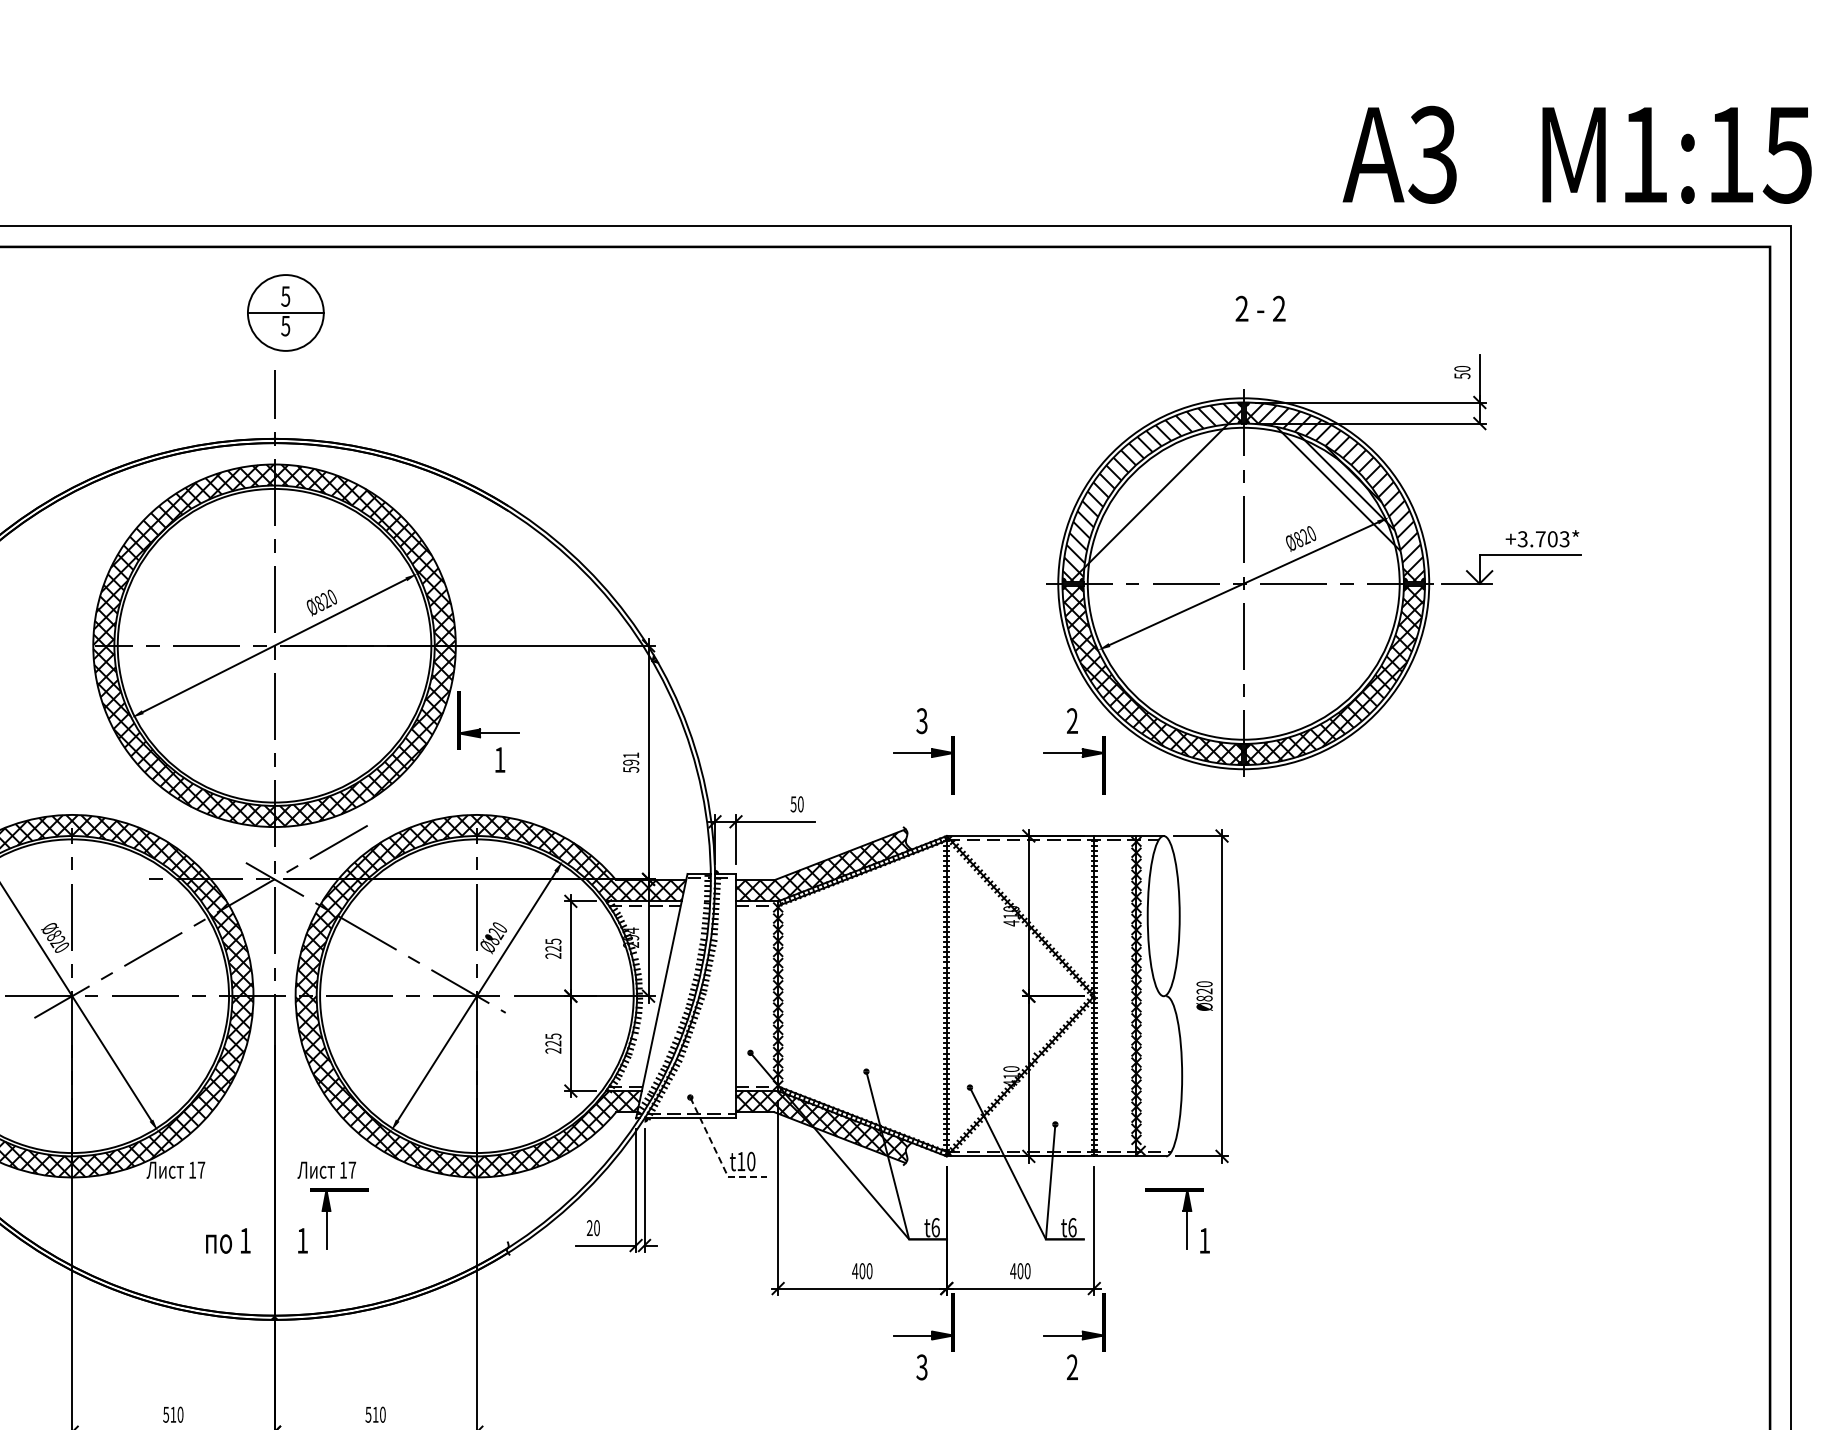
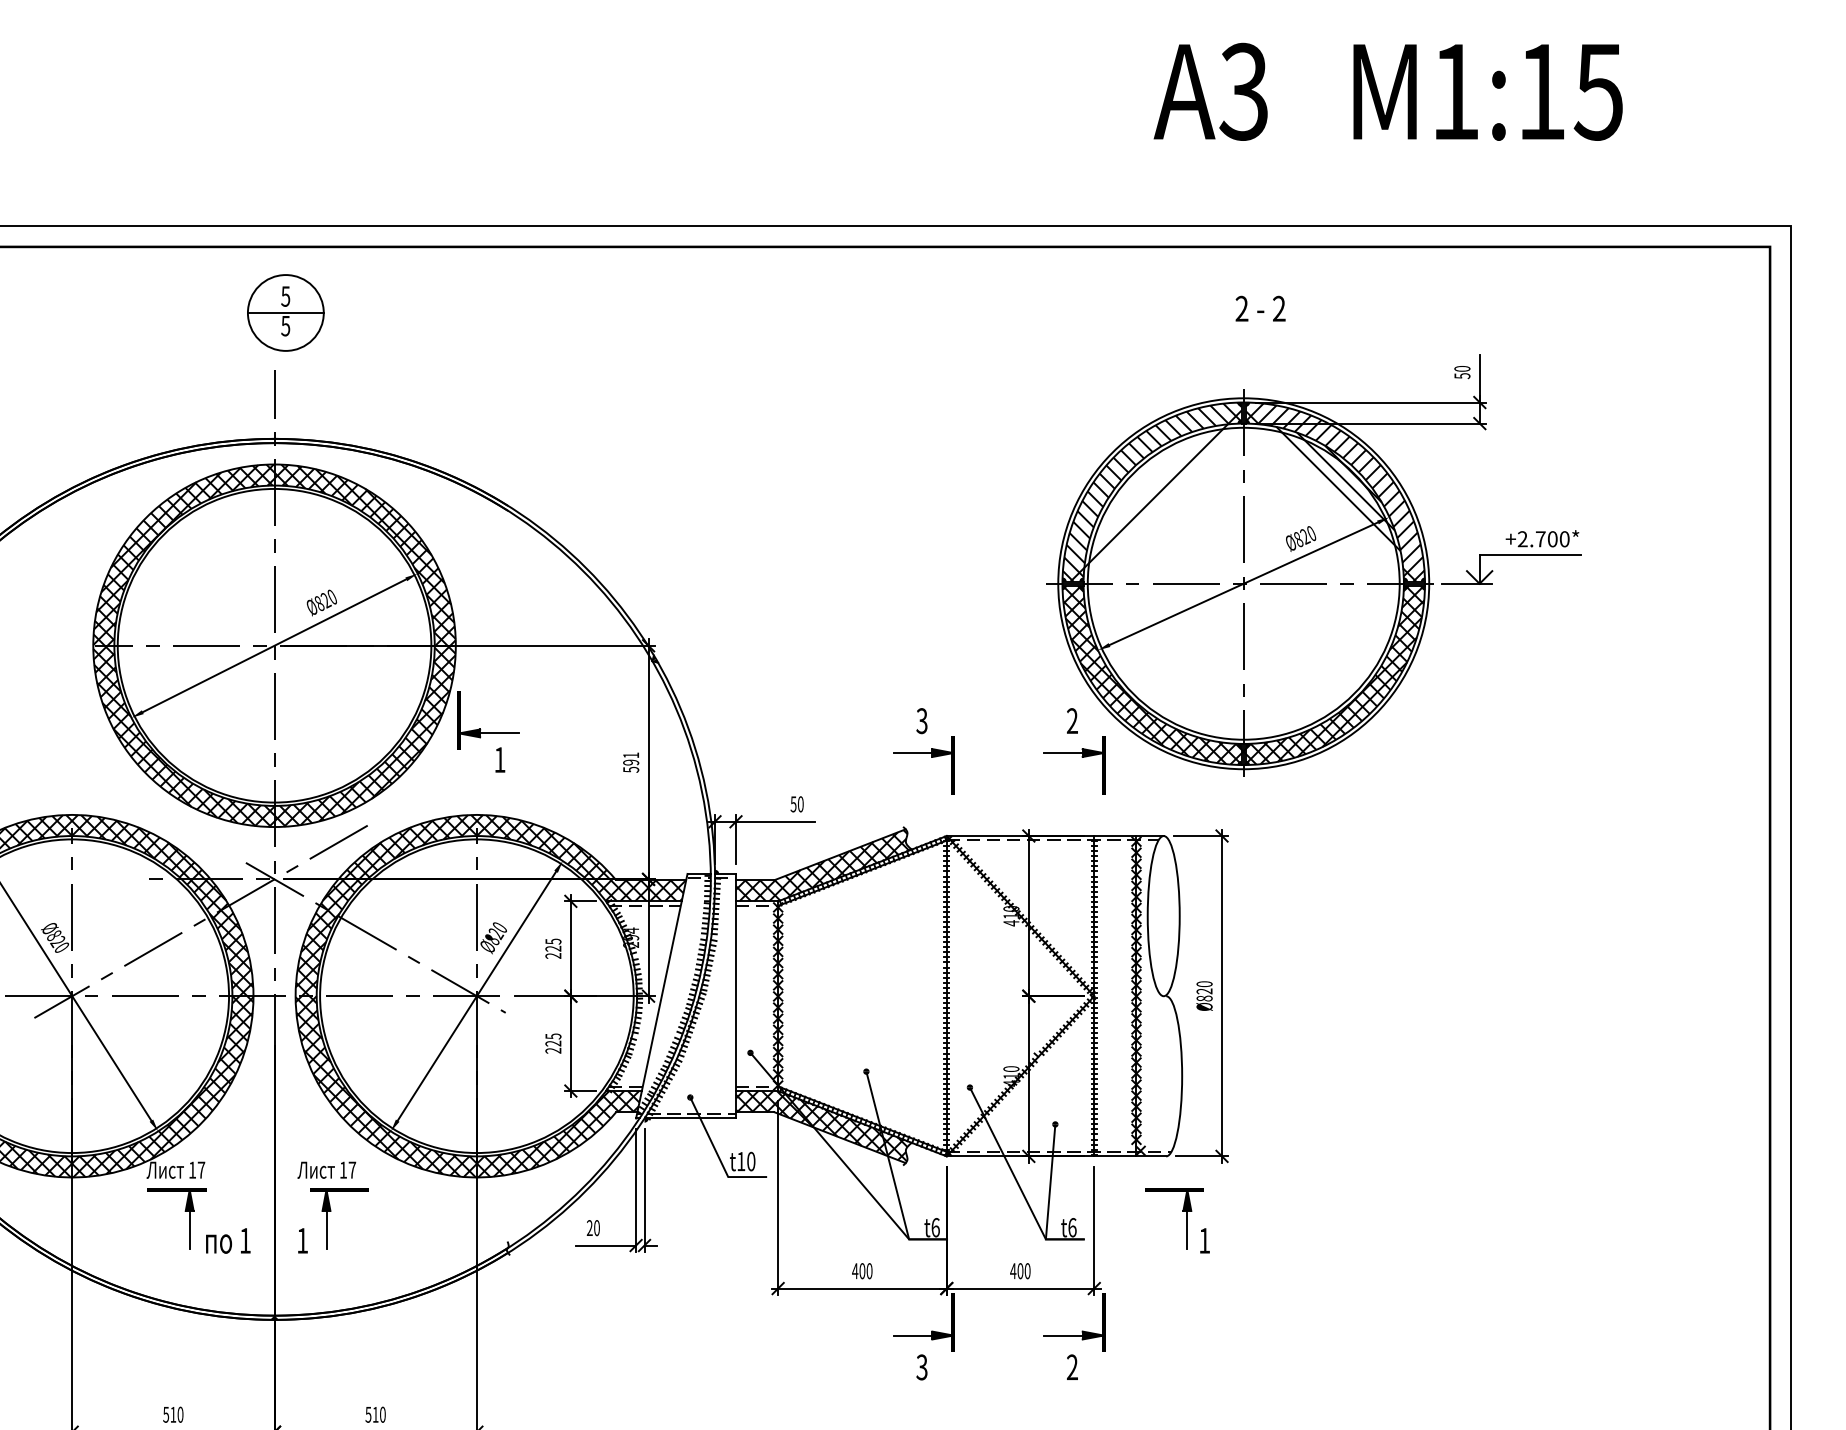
text at (1576, 154) position: (1576, 154) -> (1387, 91)
text at (1543, 539): +3.703* -> +2.700*
line at (718, 1155): dashed -> solid
part at (184, 1211): none -> present
